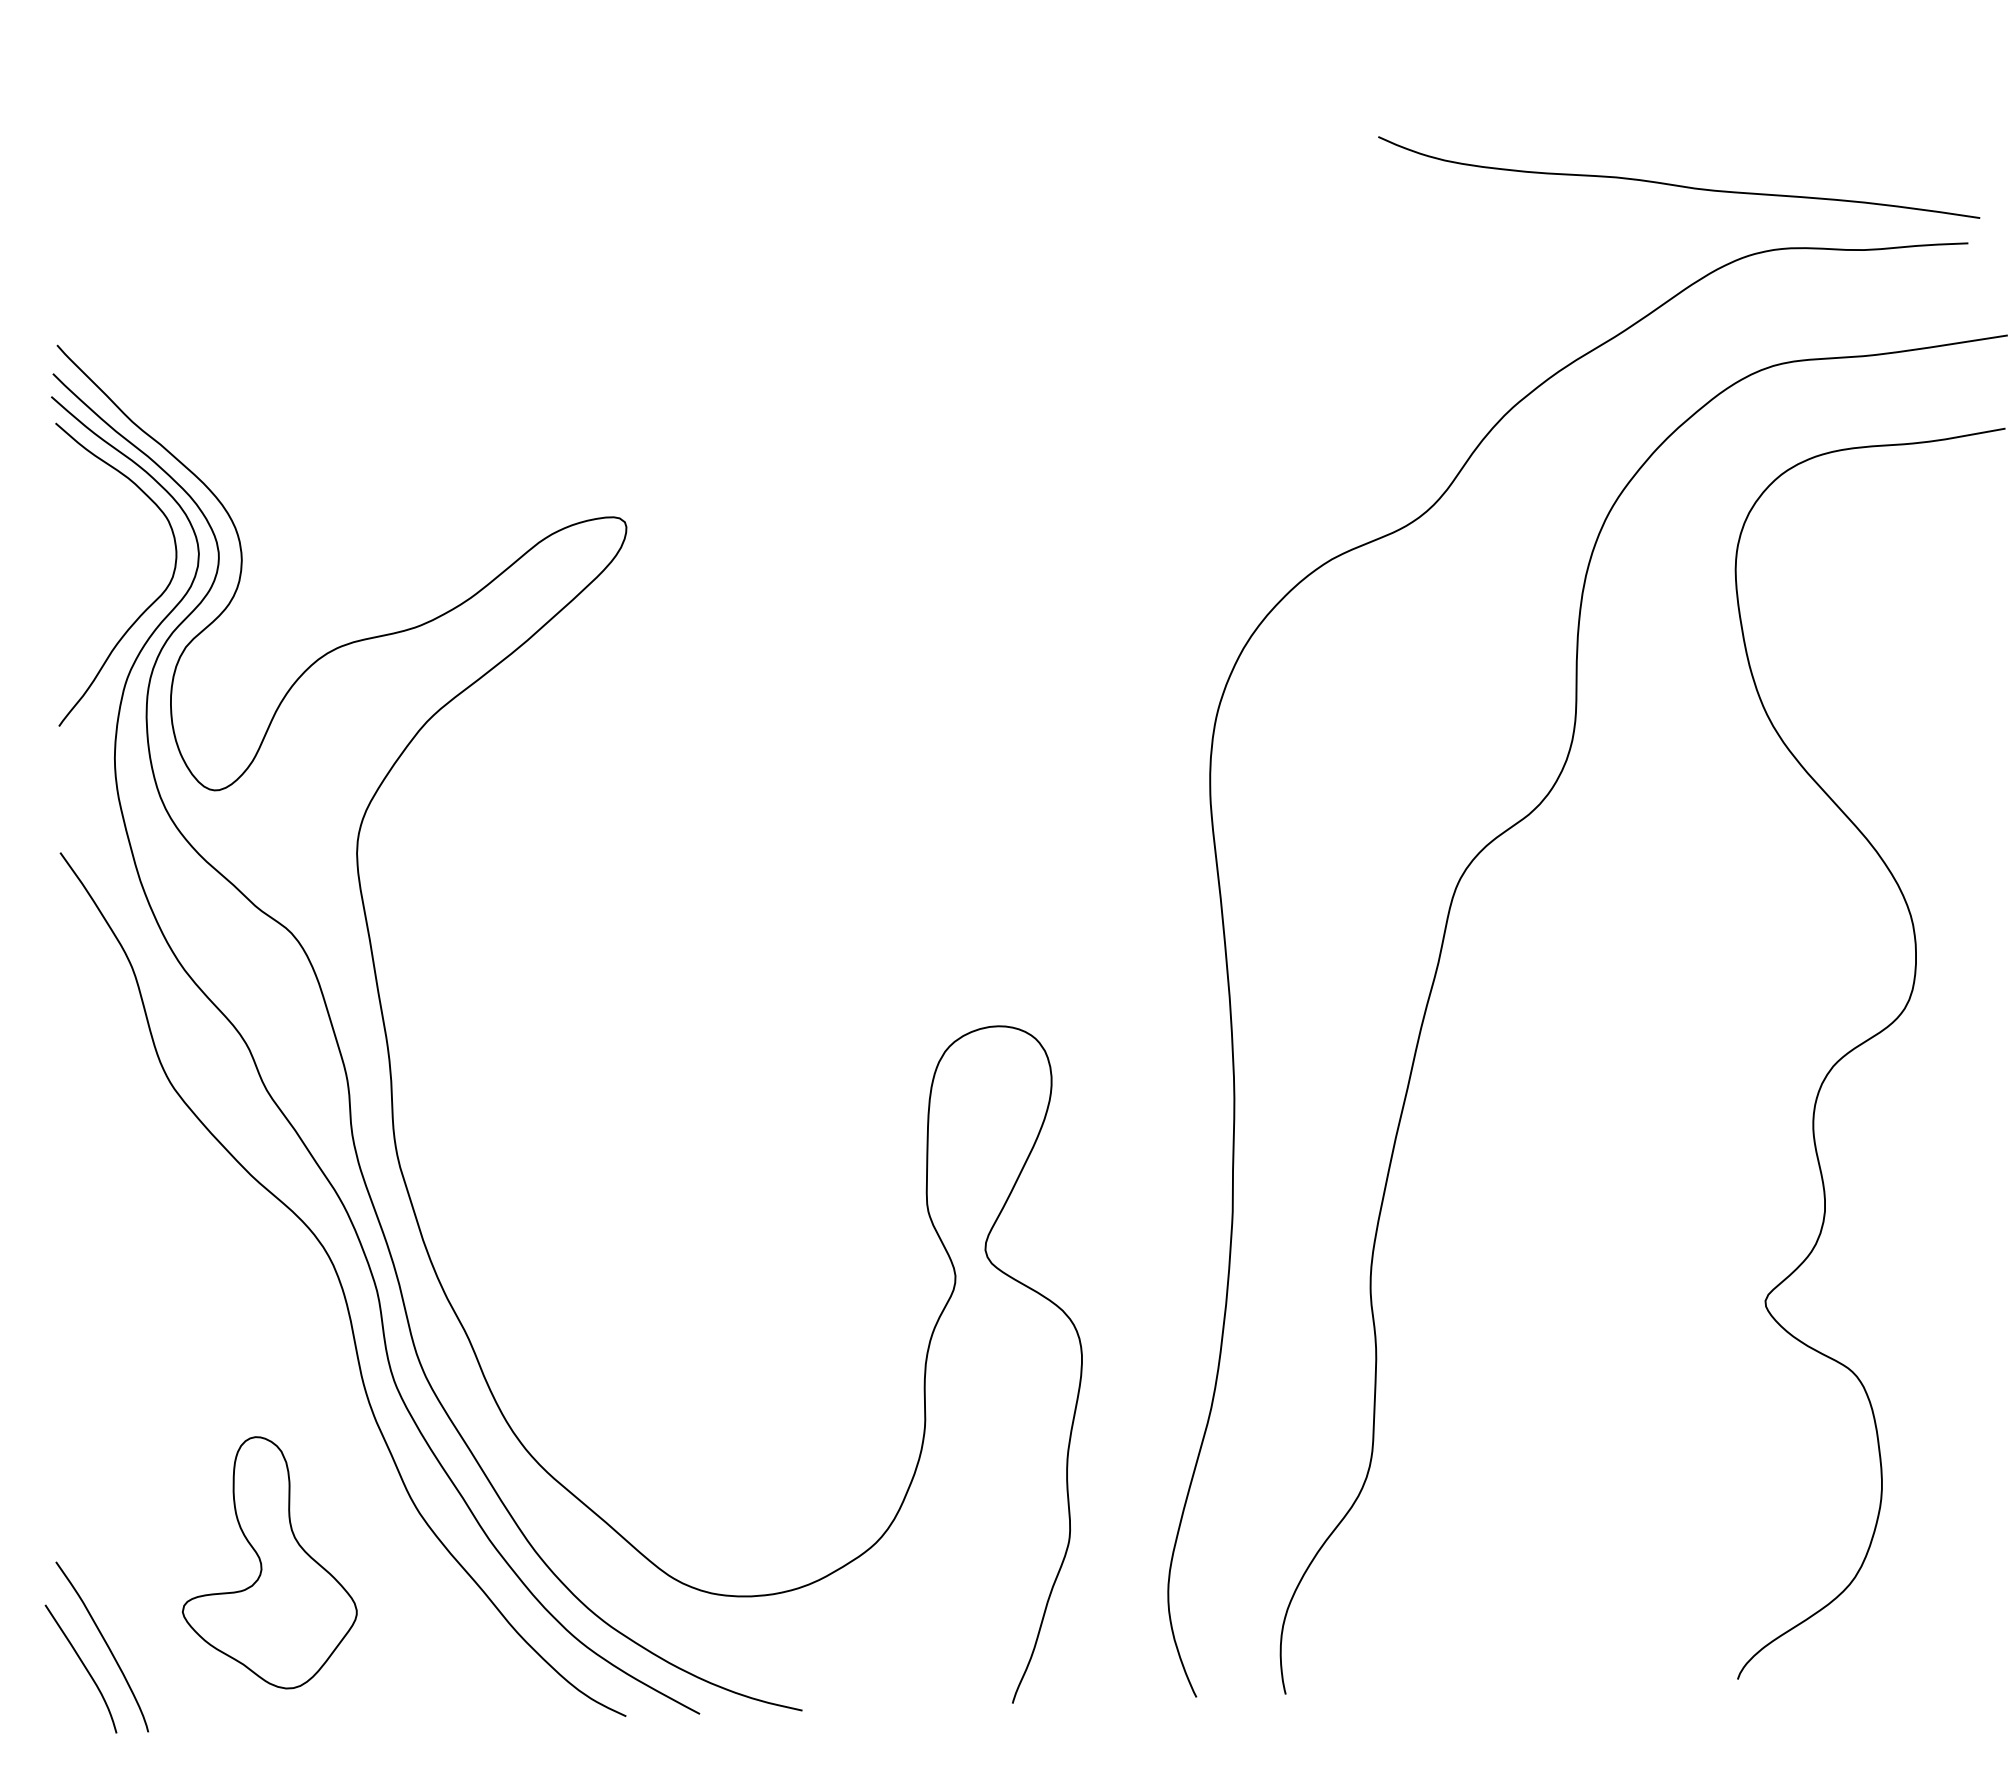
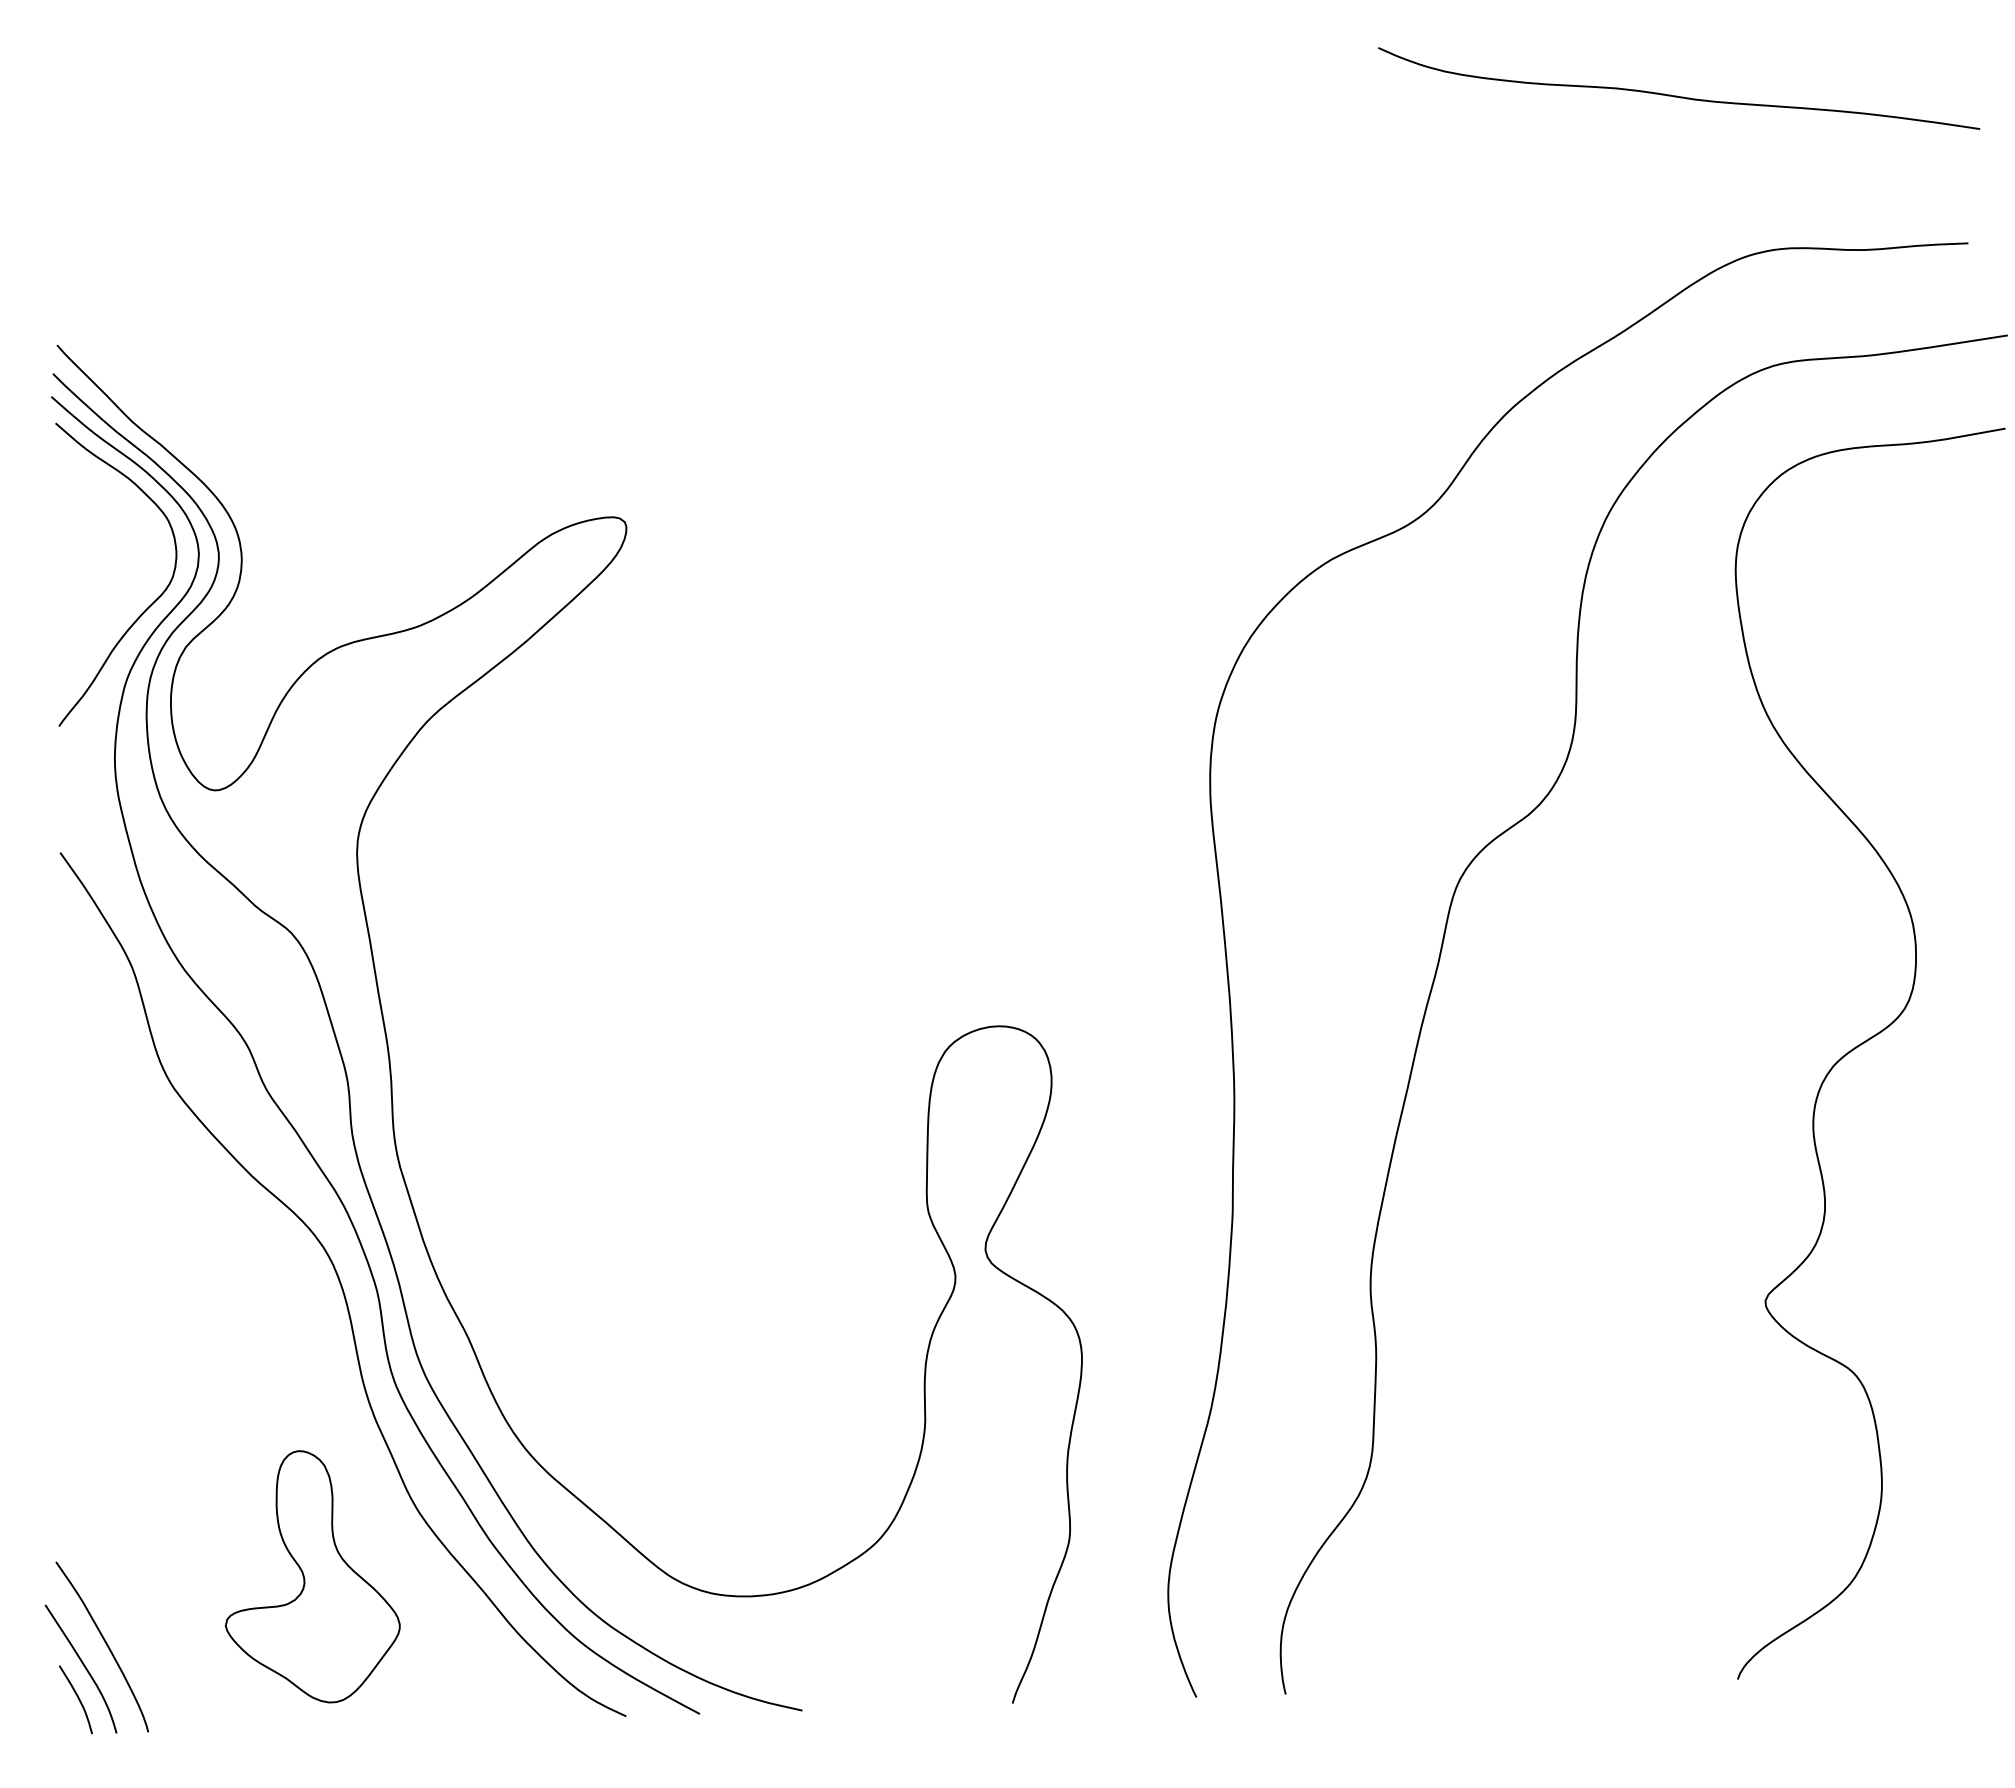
curve at (1677, 184) position: (1677, 184) -> (1677, 95)
part at (269, 1562) position: (269, 1562) -> (312, 1576)
curve at (77, 1698): none -> present
